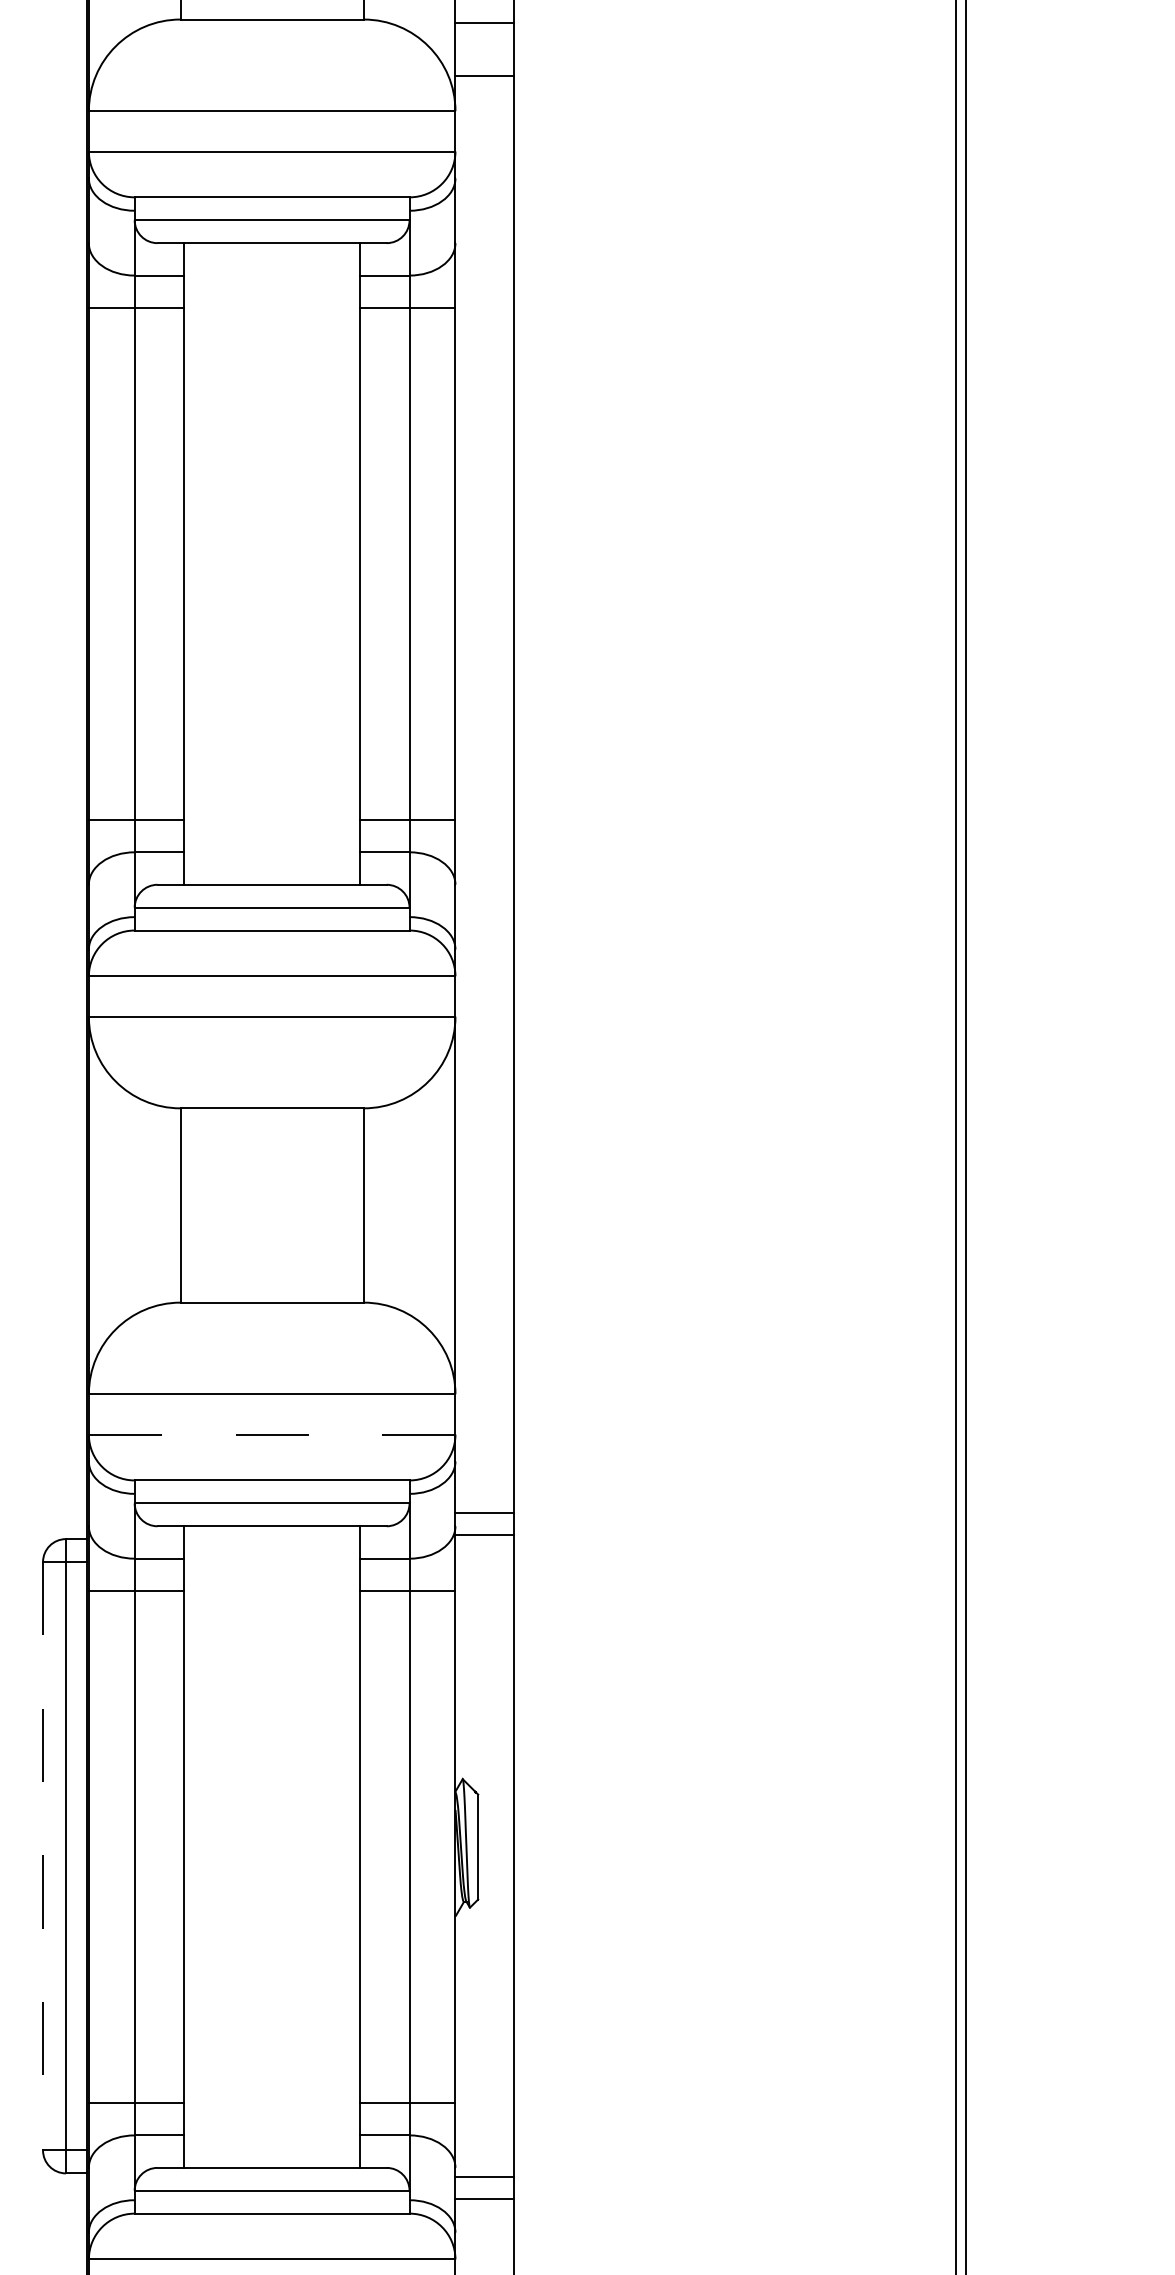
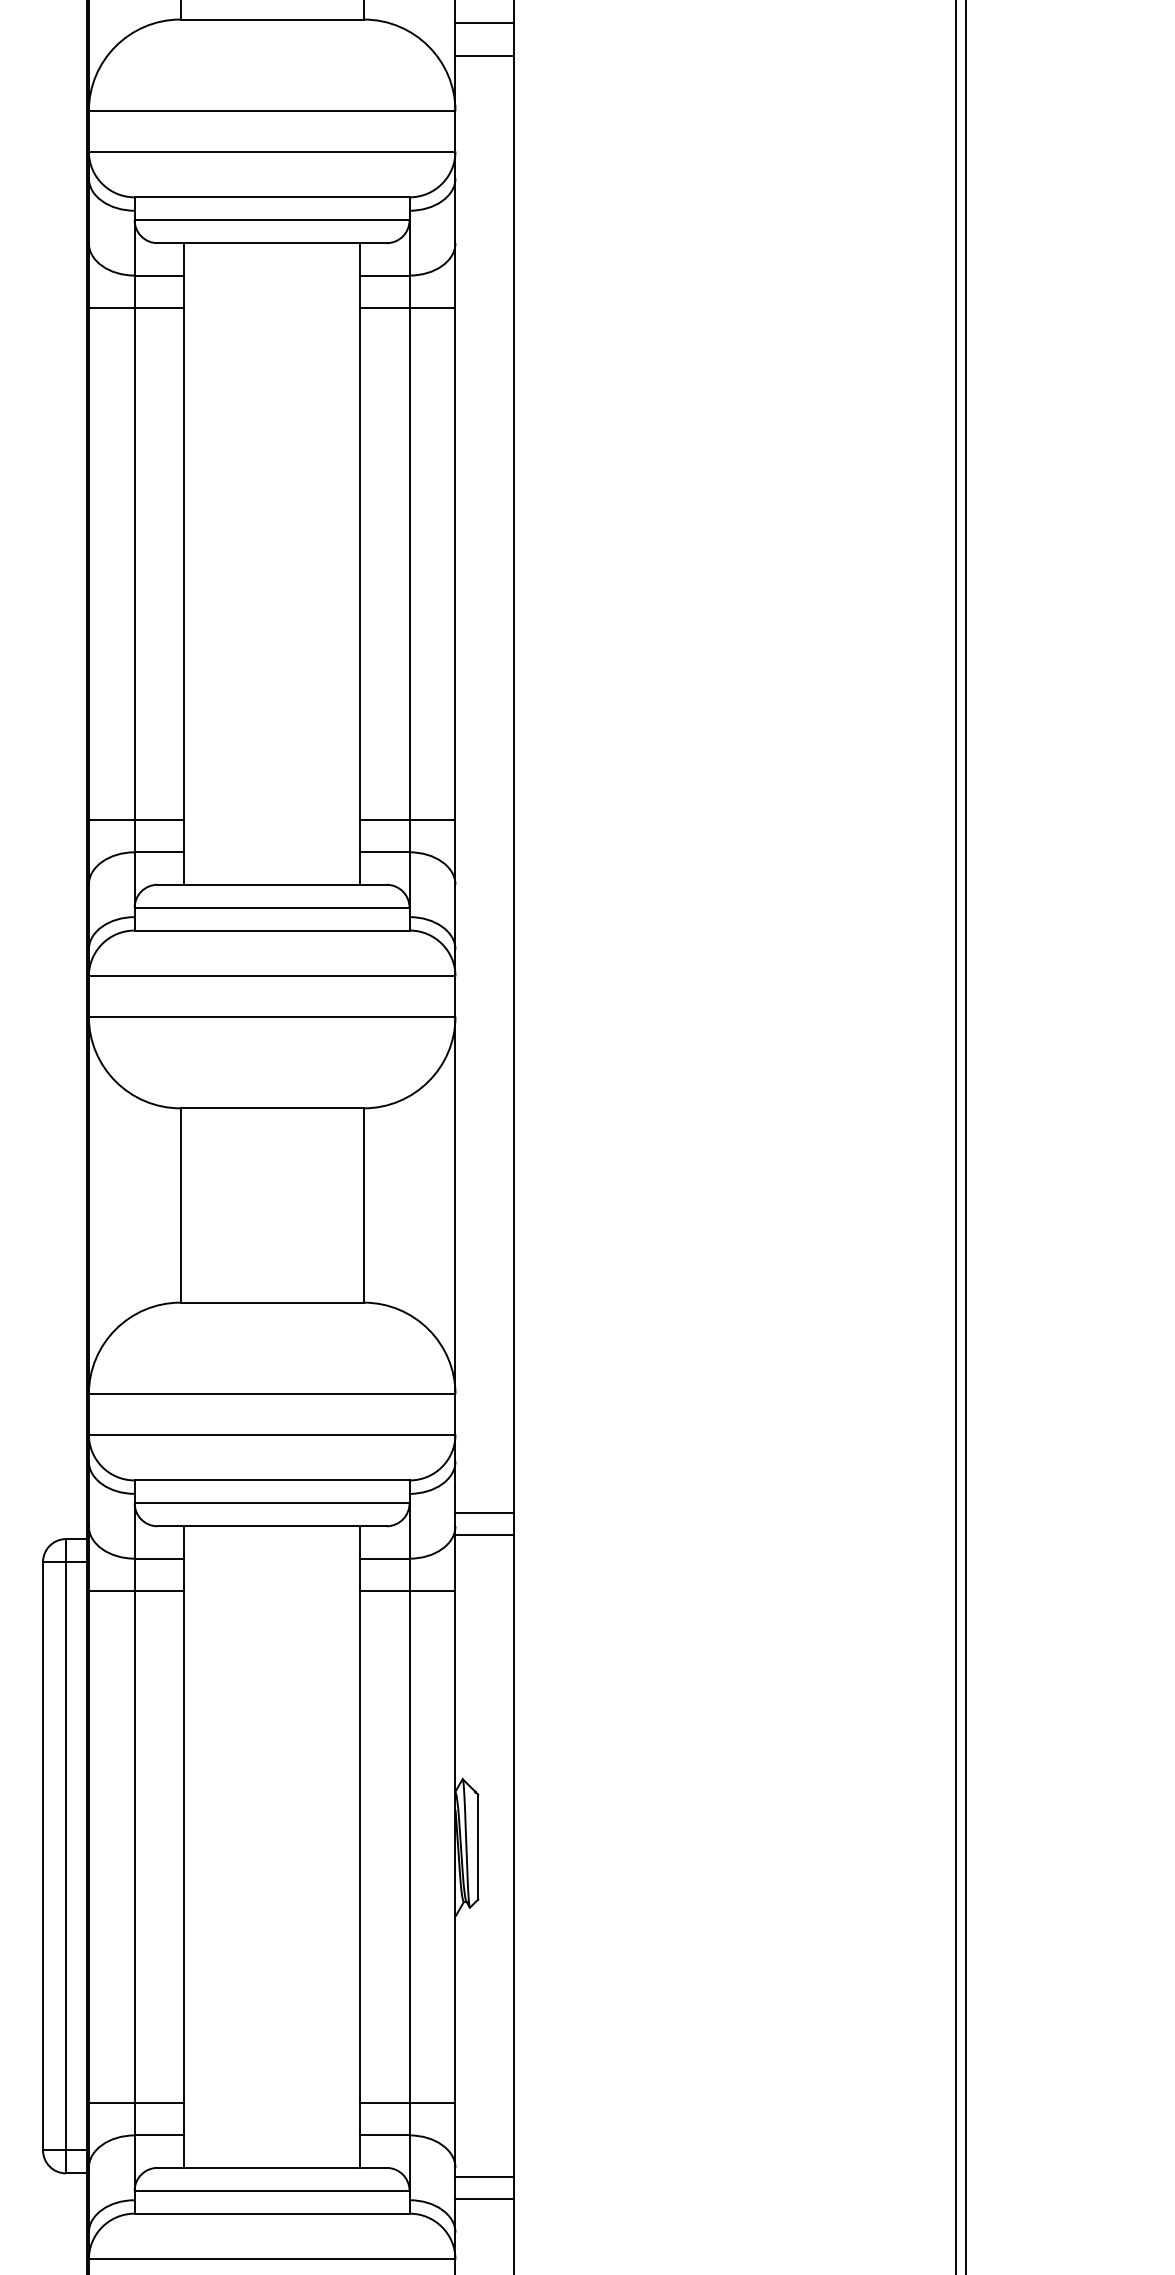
line at (484, 75) position: (484, 75) -> (484, 55)
line at (272, 1434): dashed -> solid
line at (43, 1856): dashed -> solid
